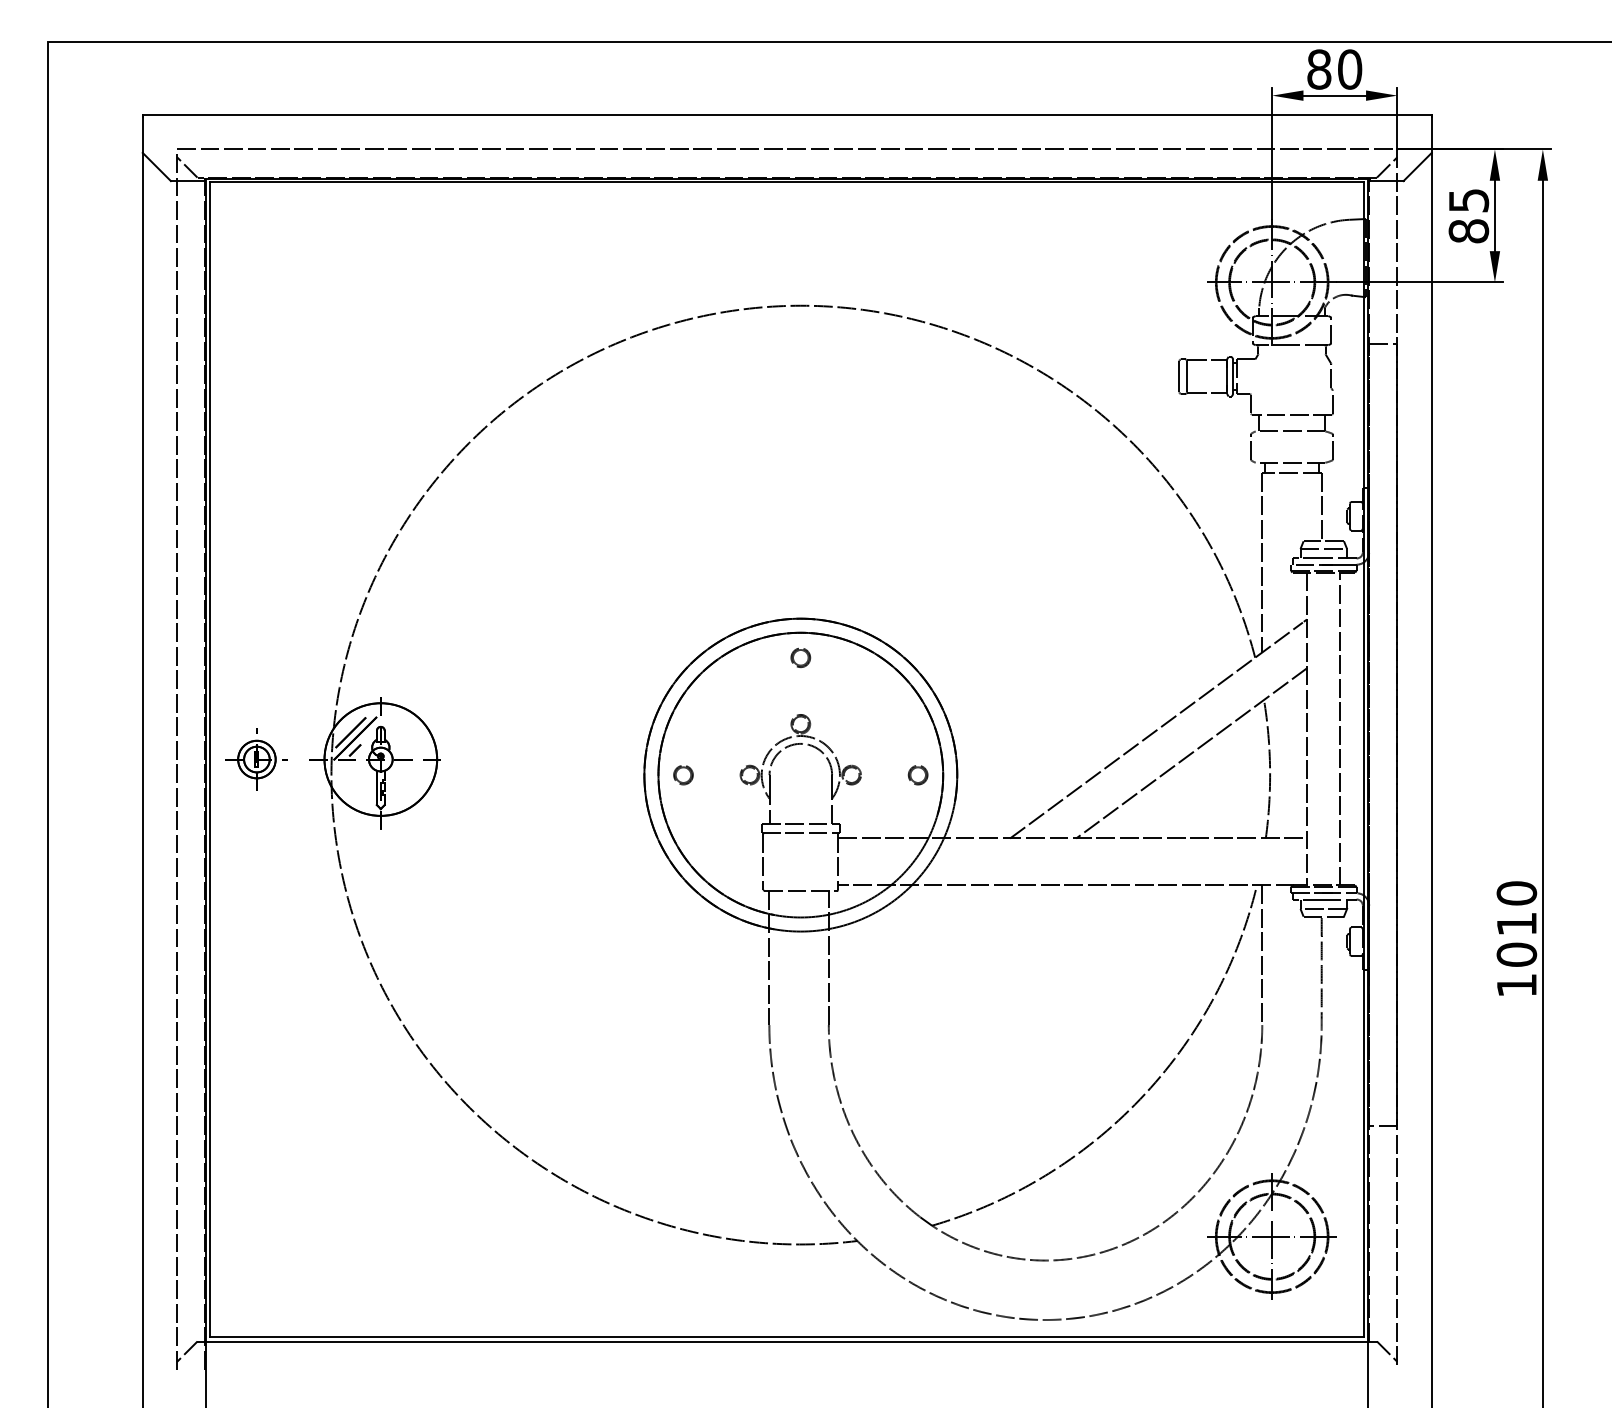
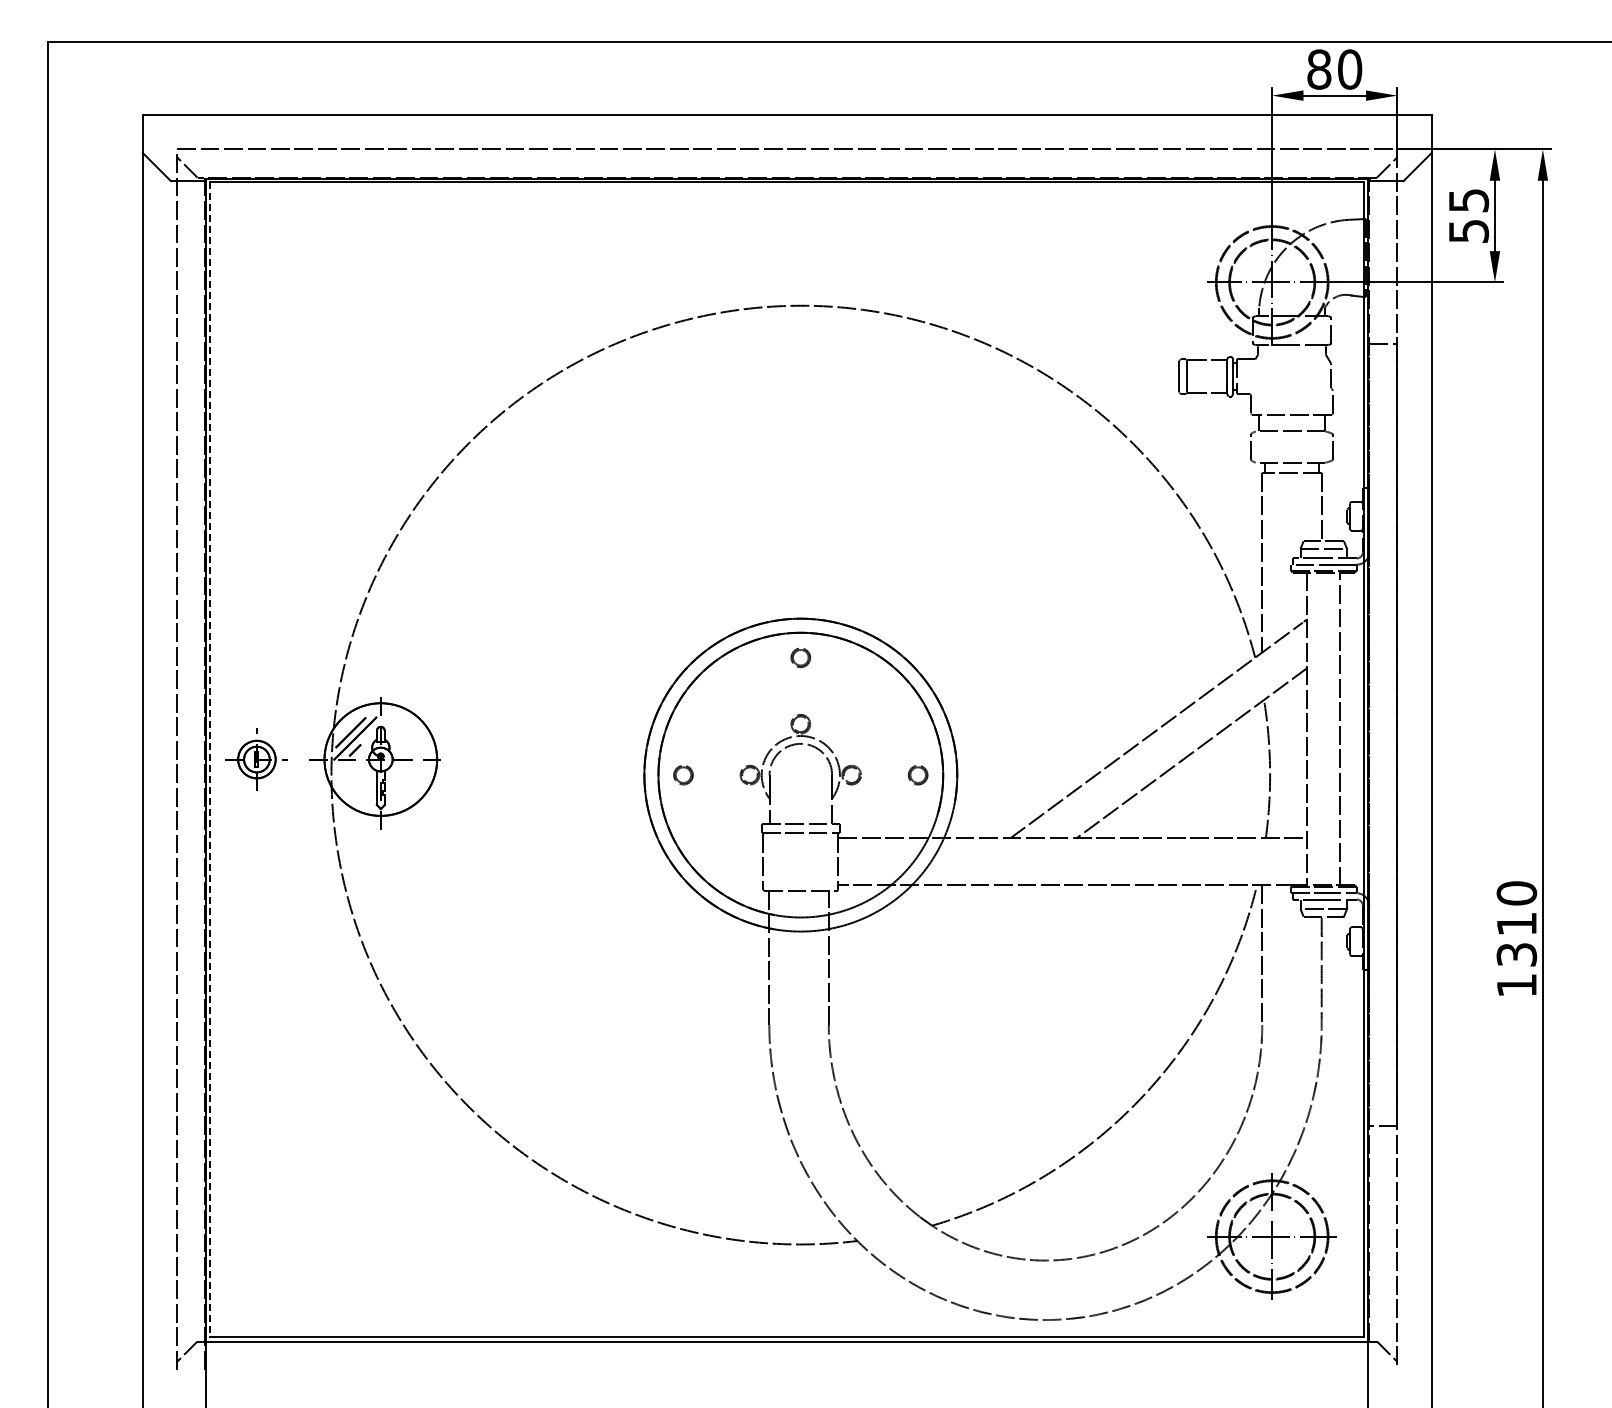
text at (1468, 231): 85 -> 55
line at (210, 760): solid -> dashed
text at (1516, 954): 1010 -> 1310
